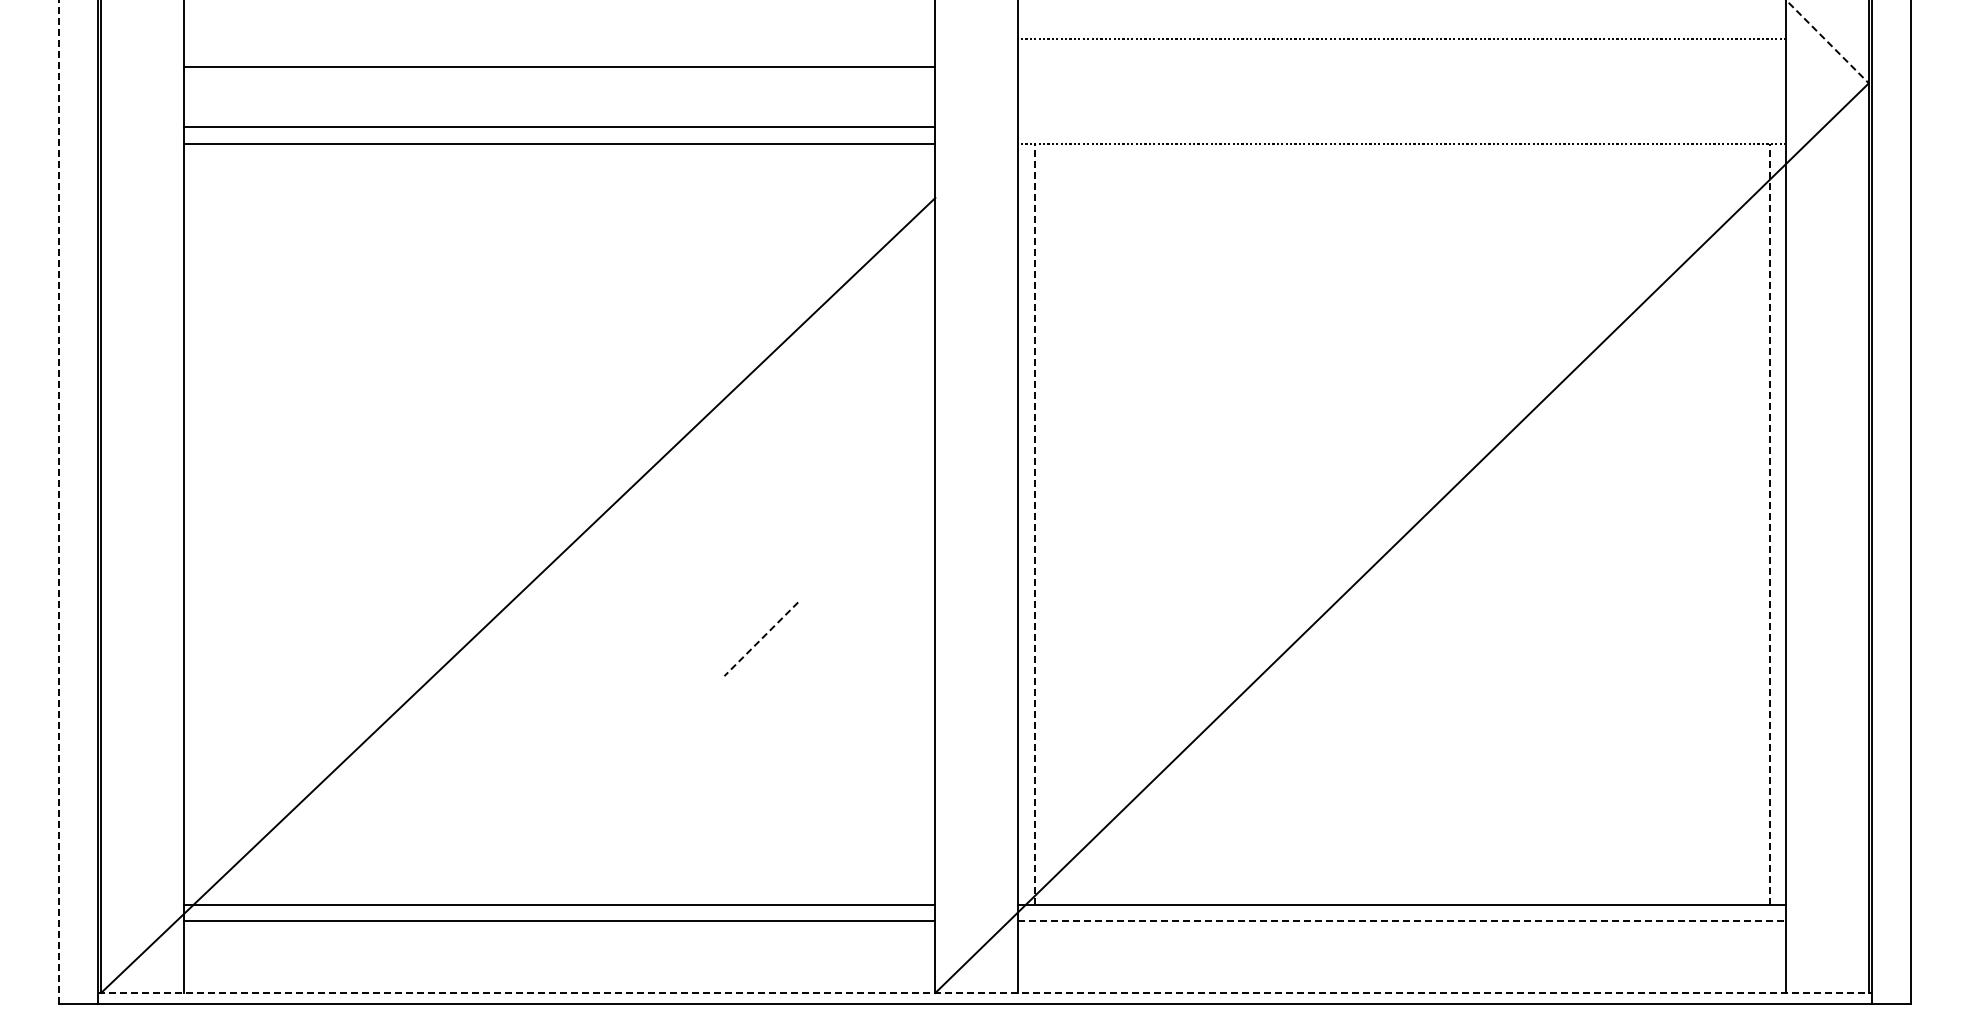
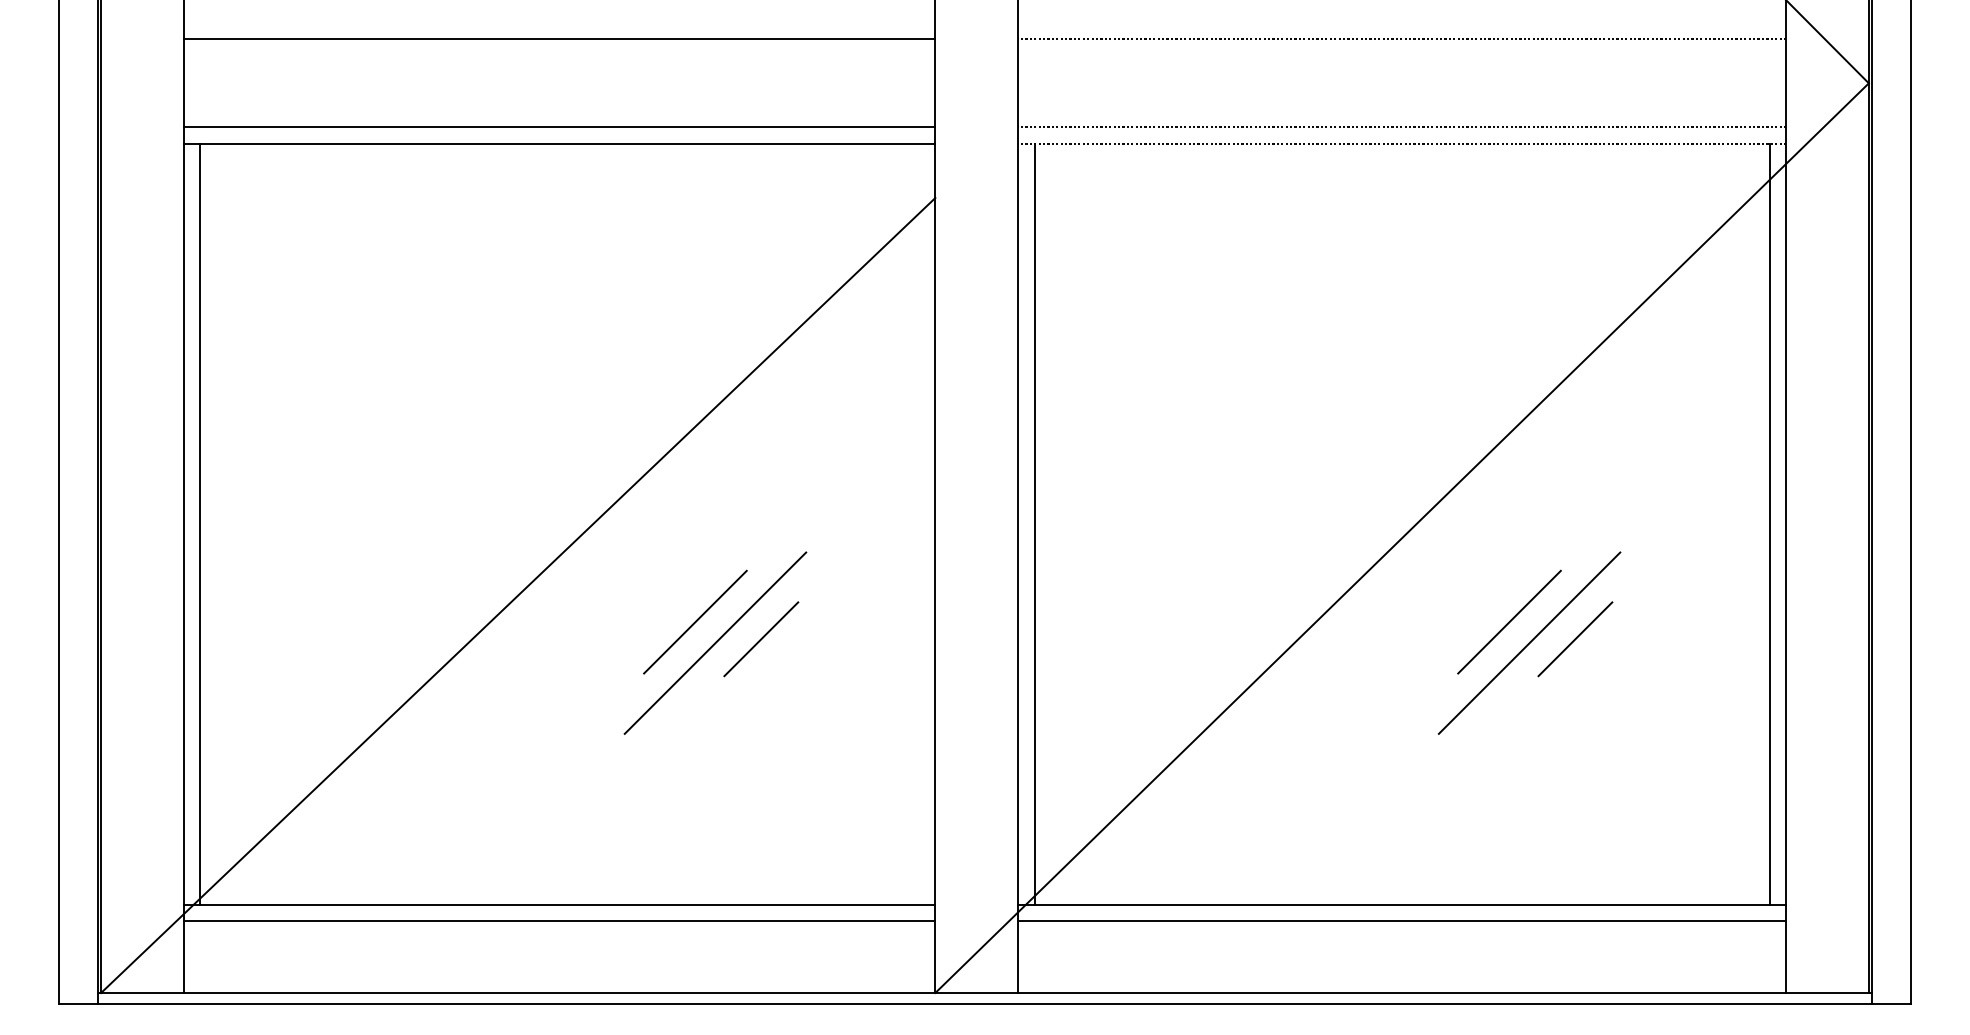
line at (1827, 42): dashed -> solid
line at (559, 67) position: (559, 67) -> (559, 39)
line at (1402, 127): none -> present
line at (59, 502): dashed -> solid
line at (200, 523): none -> present
line at (1034, 523): dashed -> solid
line at (1769, 523): dashed -> solid
line at (695, 621): none -> present
line at (1509, 621): none -> present
line at (760, 639): dashed -> solid
line at (1575, 639): none -> present
line at (715, 642): none -> present
line at (1529, 642): none -> present
line at (1402, 921): dashed -> solid
line at (985, 993): dashed -> solid
